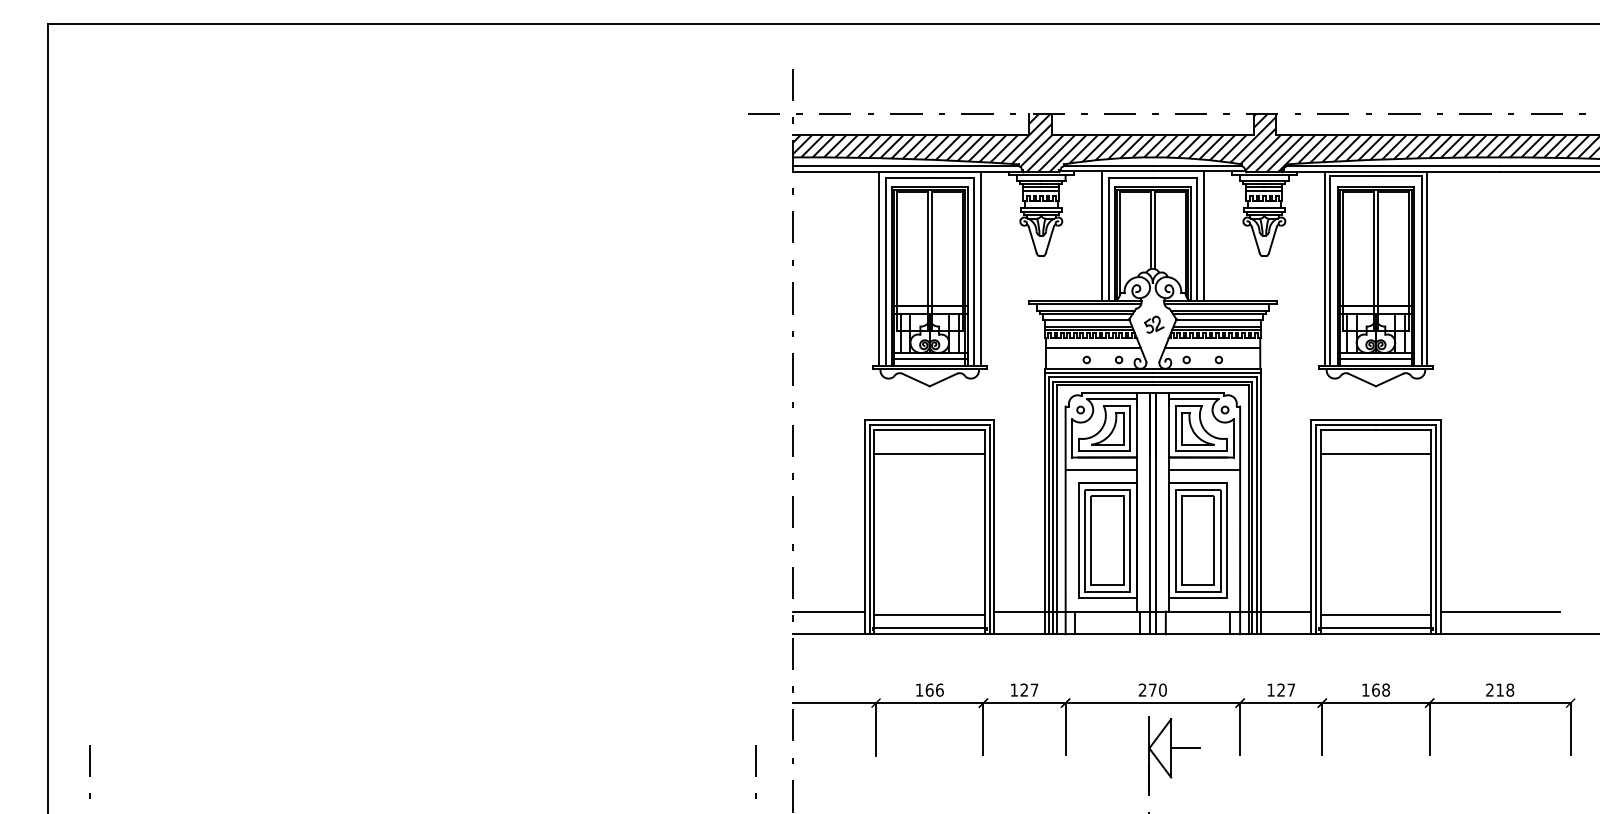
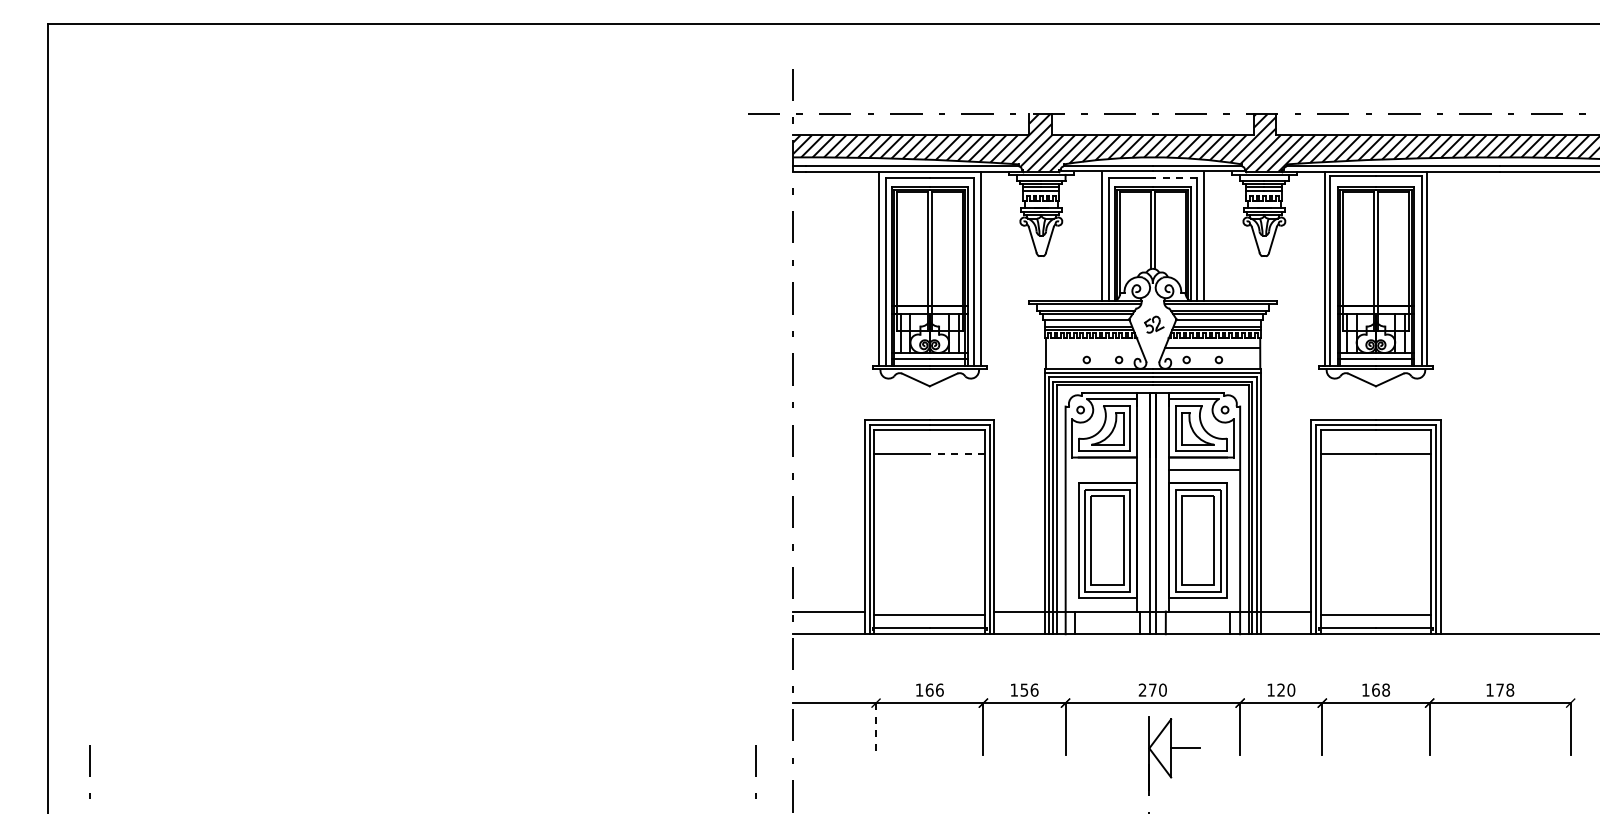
line at (1174, 178): solid -> dashed
line at (1092, 347): present -> none
line at (957, 454): solid -> dashed
line at (1100, 470): present -> none
line at (1499, 611): present -> none
text at (1029, 689): 127 -> 156
text at (1291, 689): 127 -> 120
text at (1494, 689): 218 -> 178
line at (876, 730): solid -> dashed
